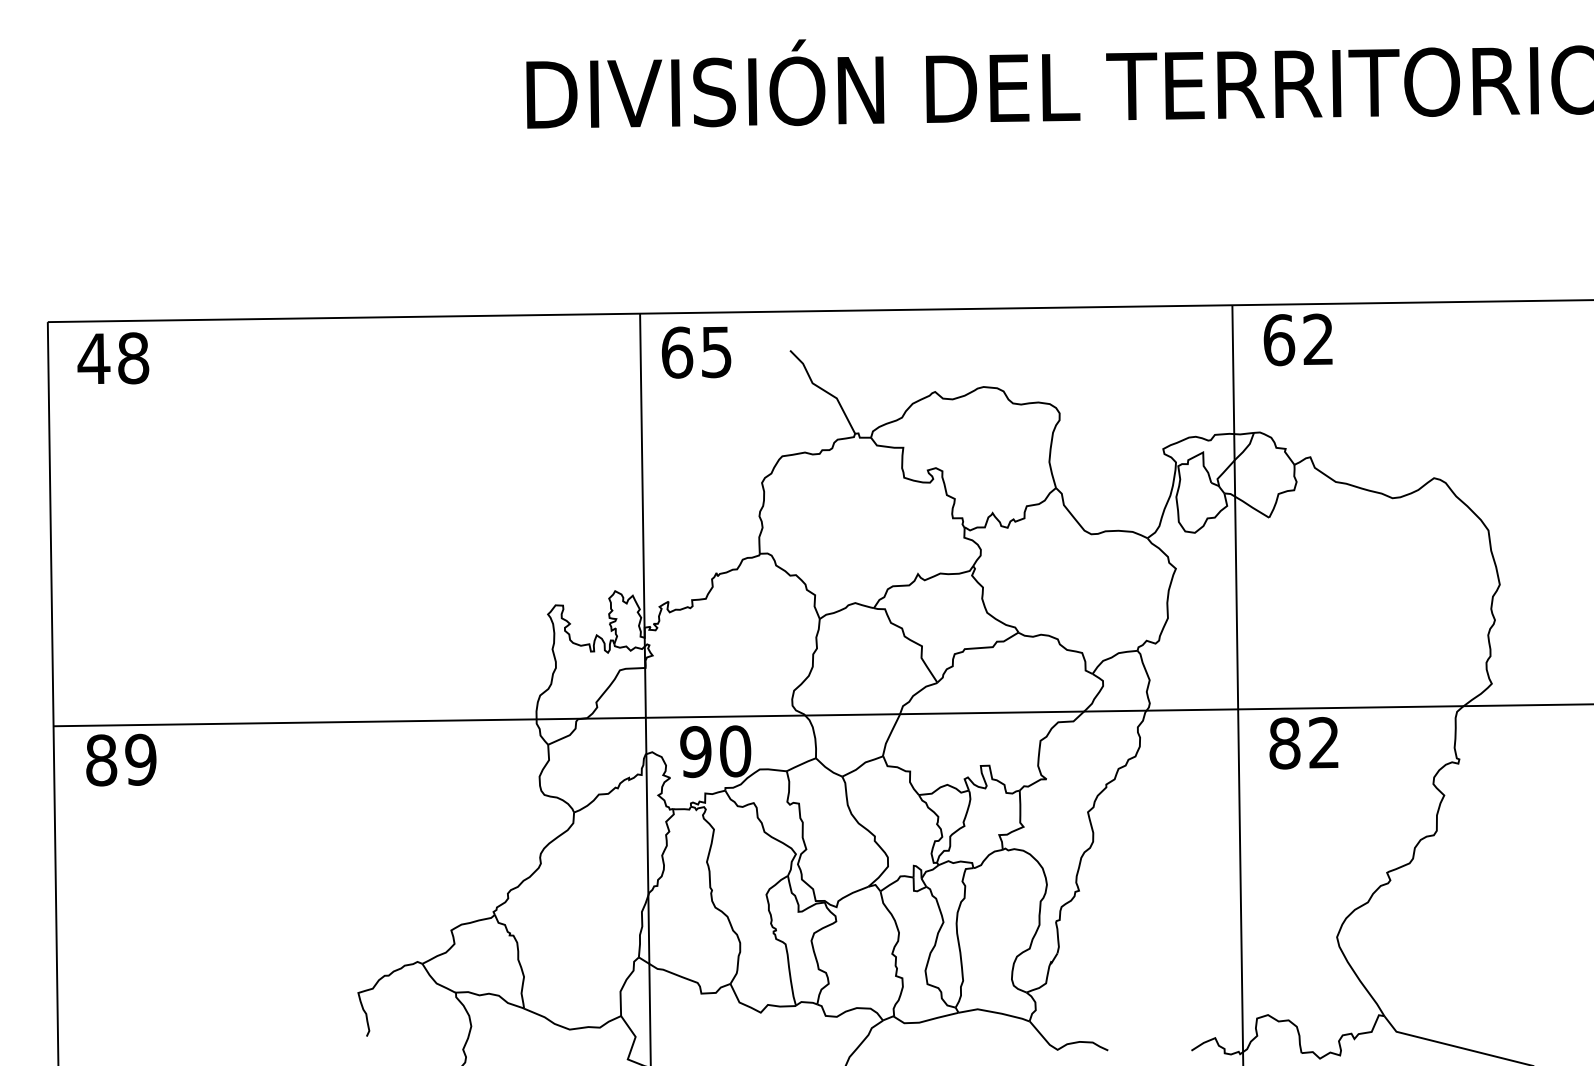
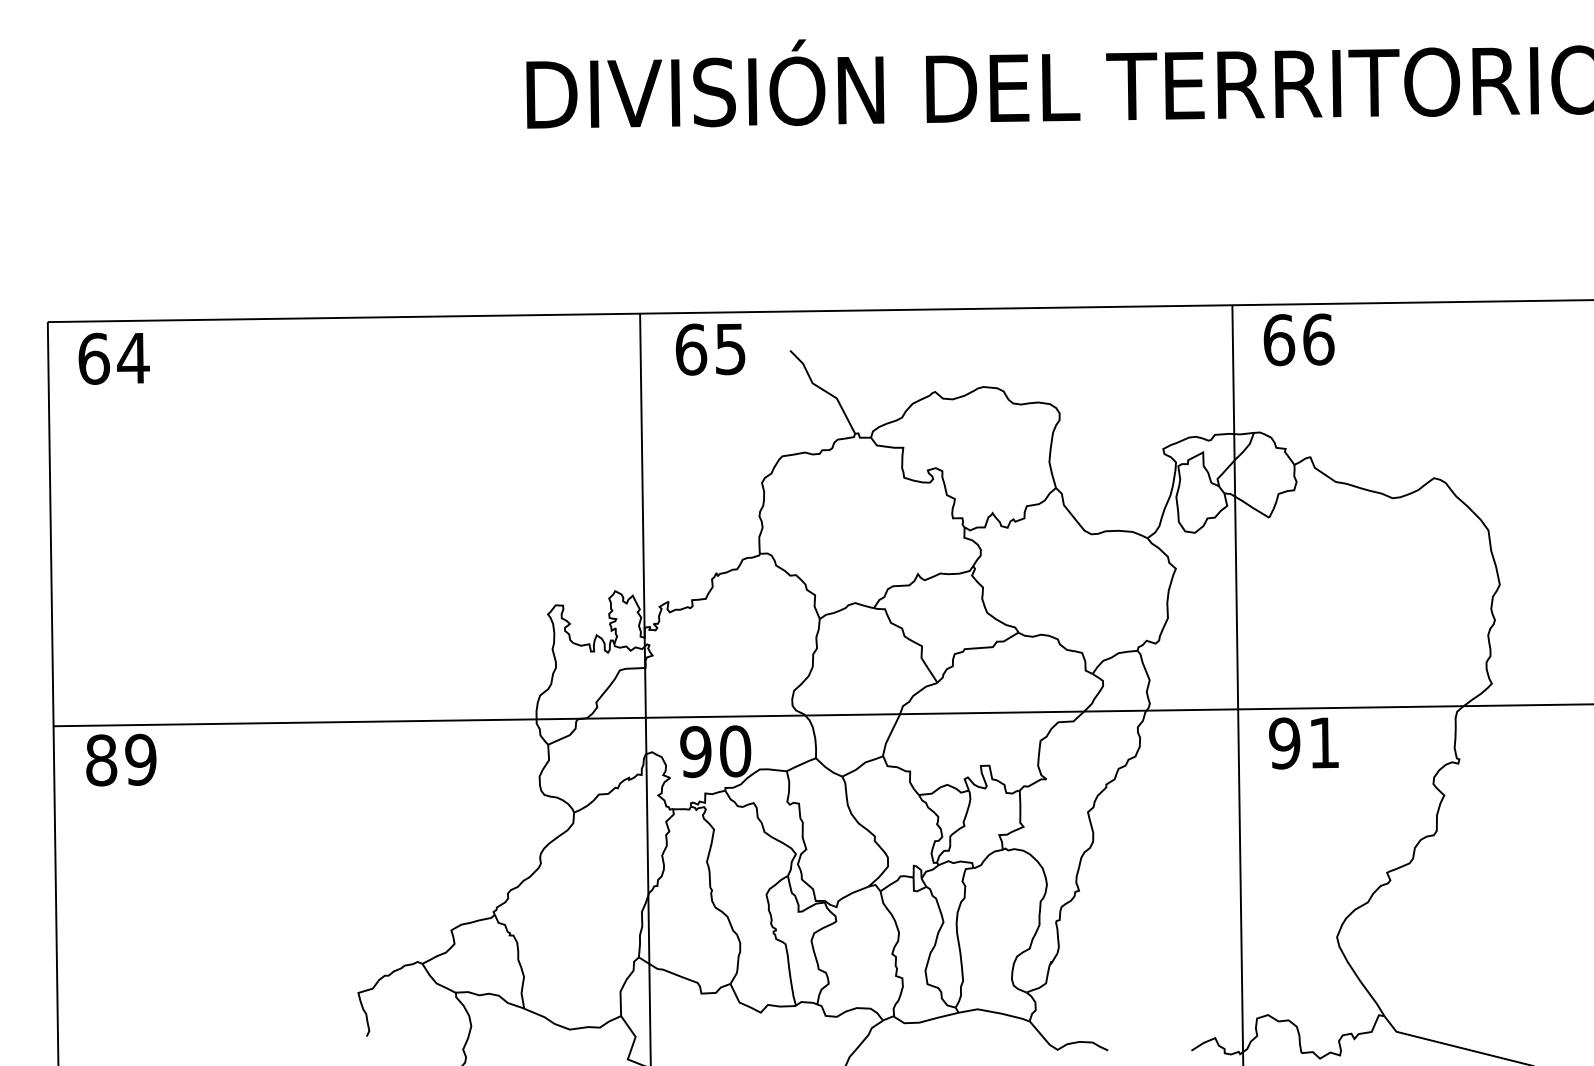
text at (1318, 339): 62 -> 66
text at (696, 352) position: (696, 352) -> (710, 349)
text at (113, 358): 48 -> 64
text at (1303, 743): 82 -> 91
